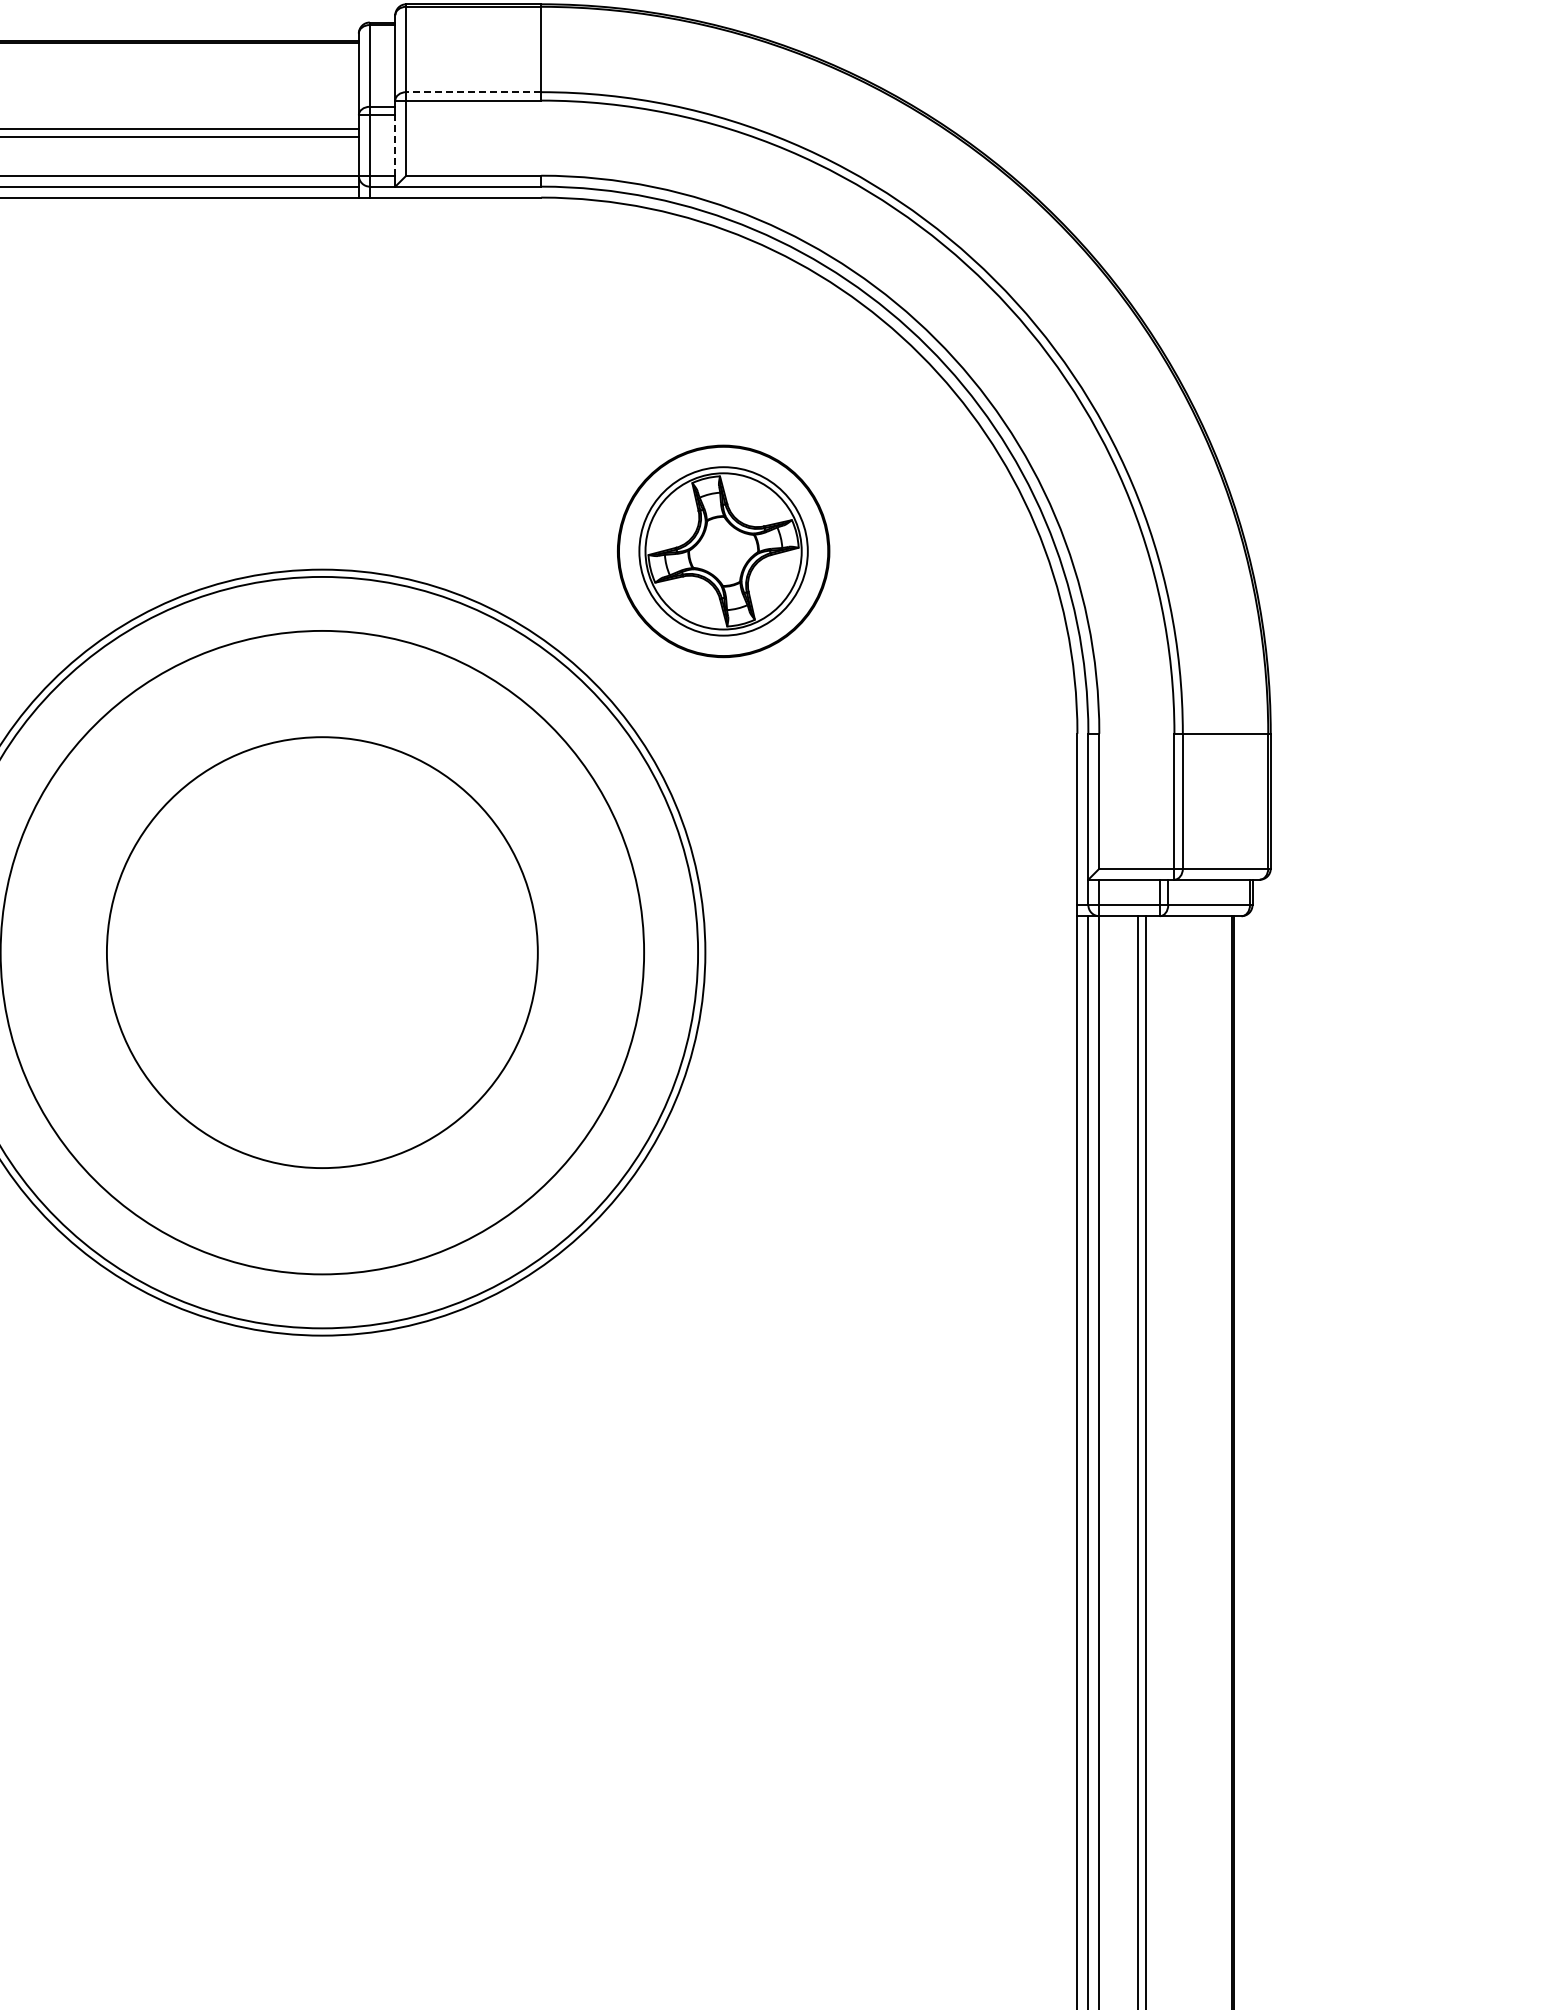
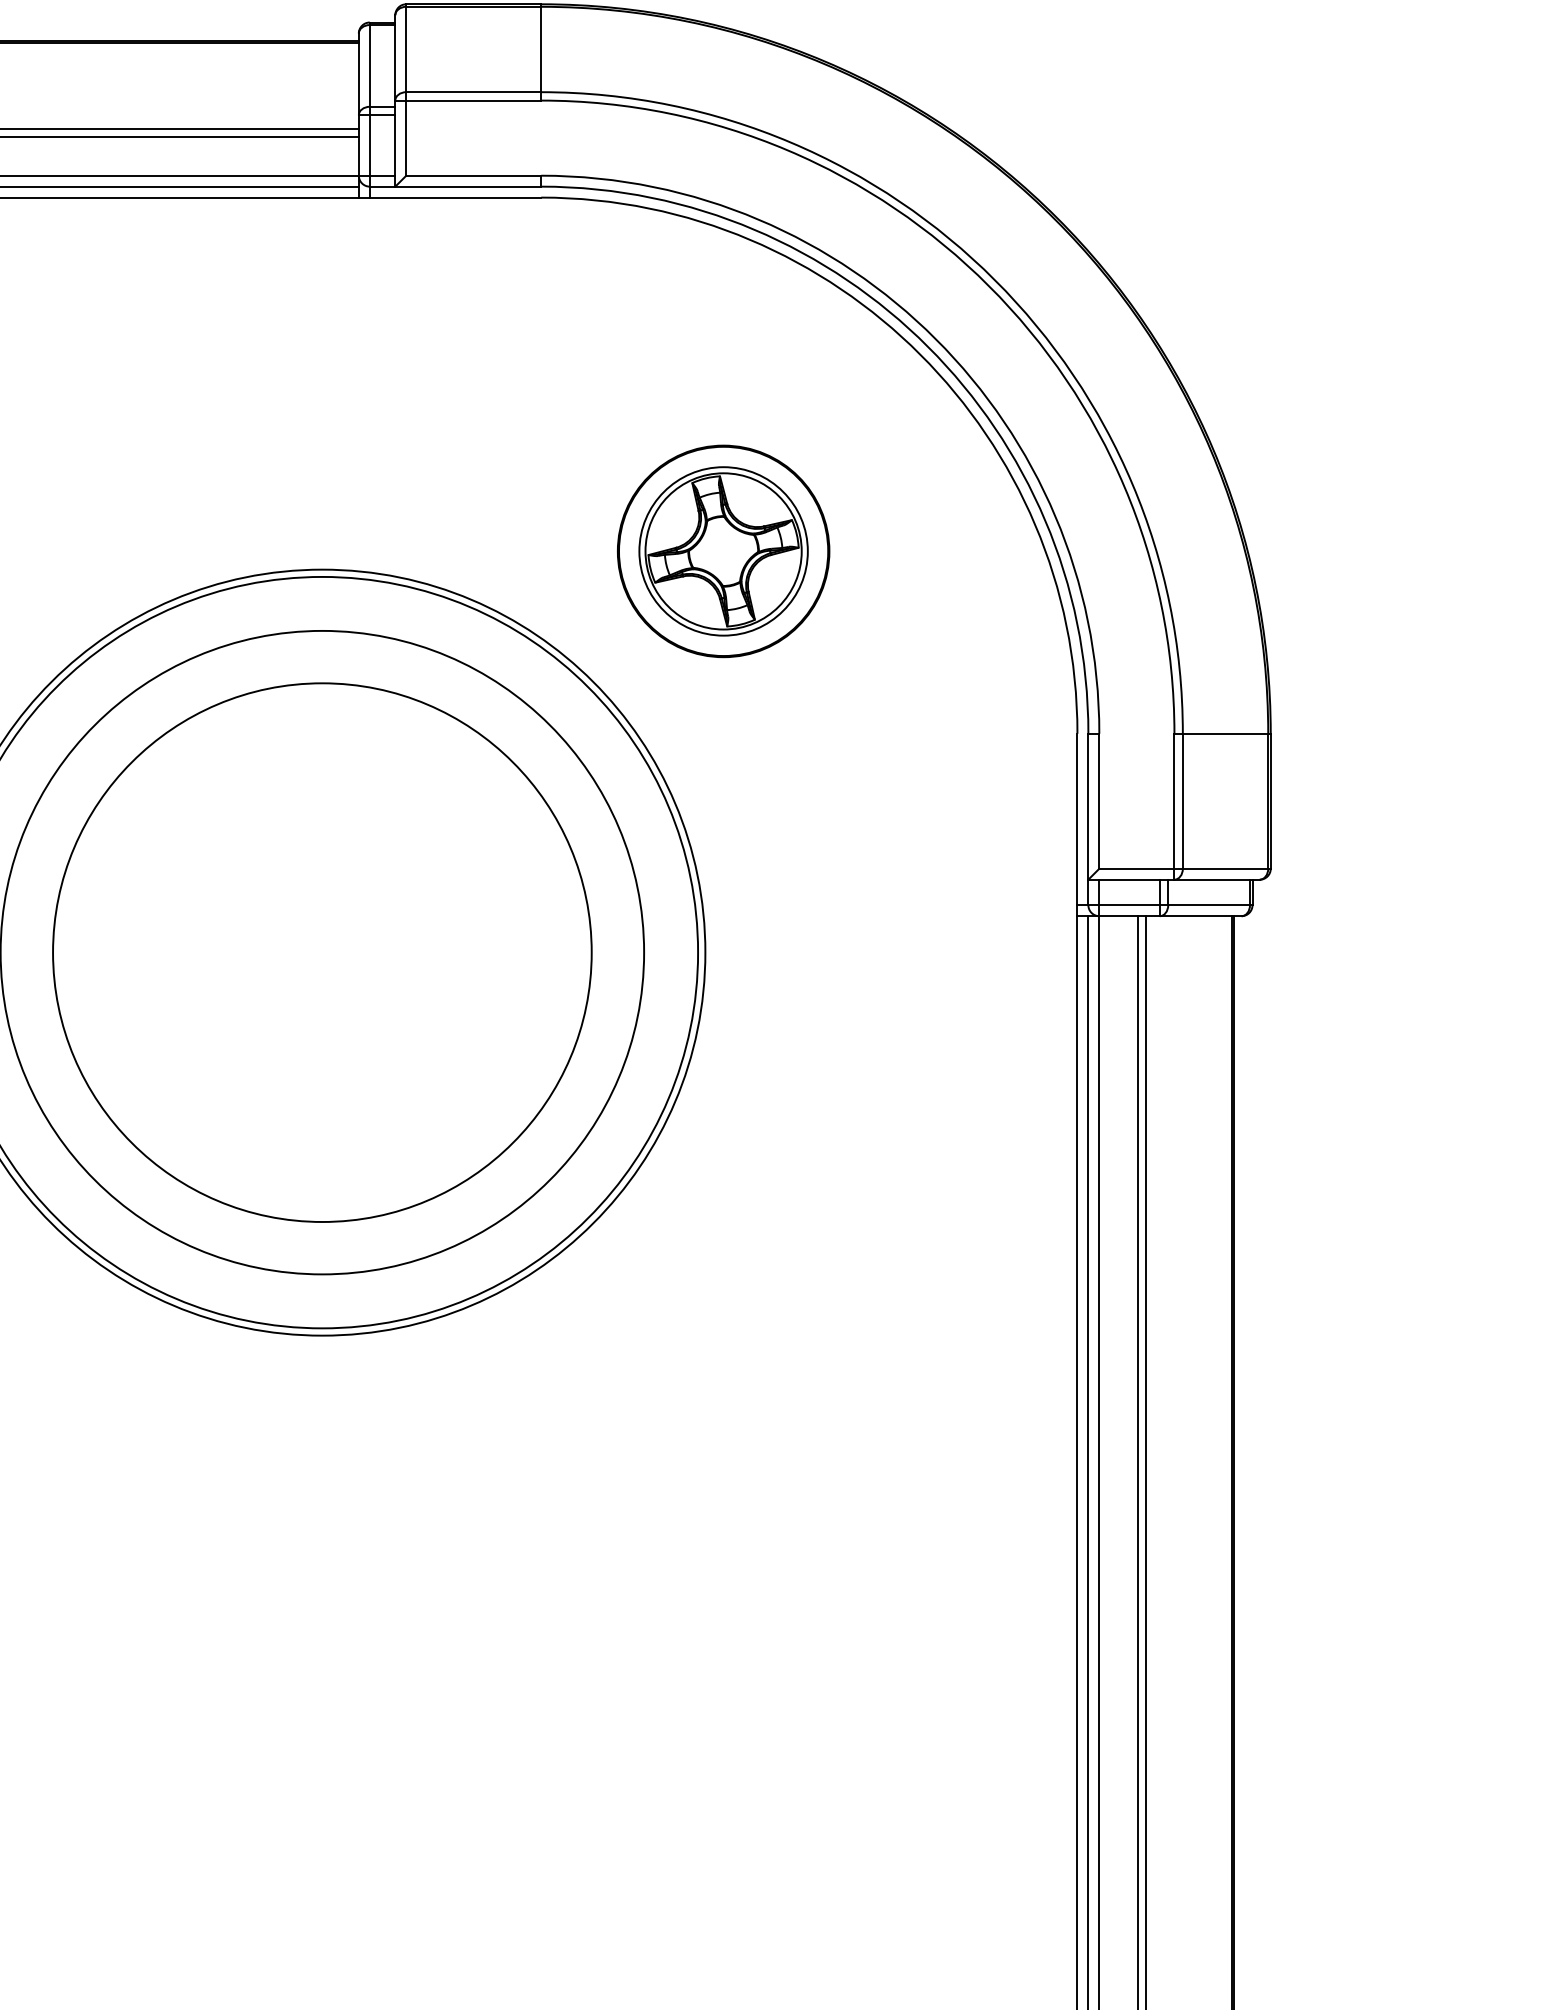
line at (473, 92): dashed -> solid
line at (395, 144): dashed -> solid
circle at (321, 952) diameter: 431 px -> 539 px
